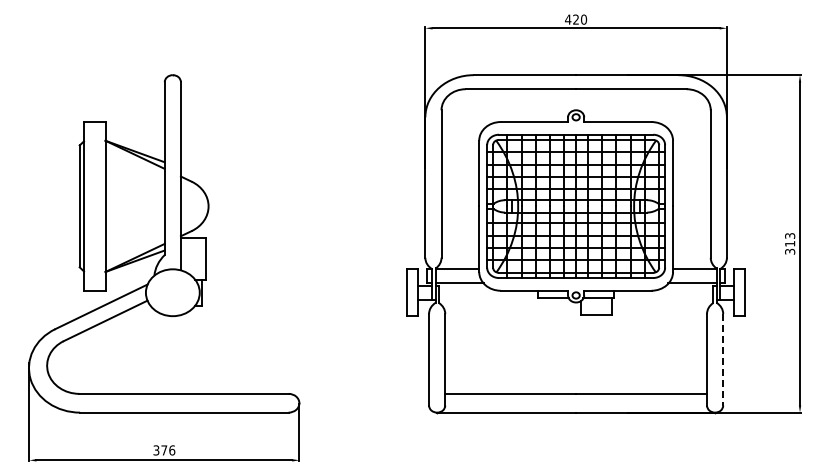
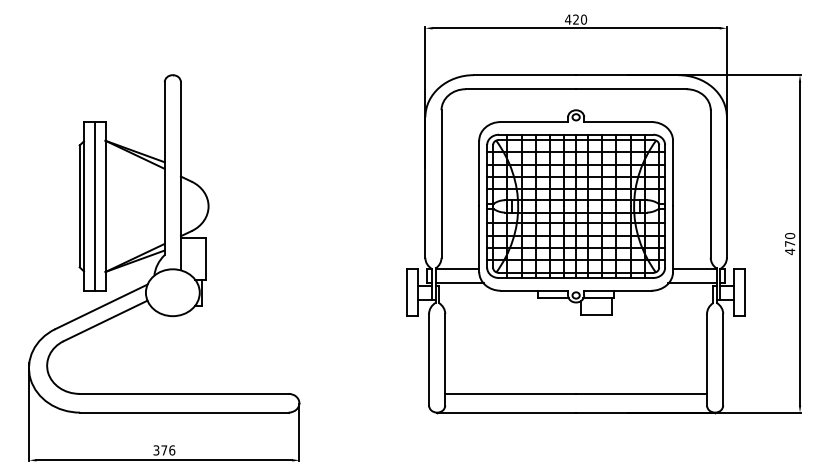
line at (94, 206): none -> present
text at (790, 243): 313 -> 470
line at (723, 359): dashed -> solid
